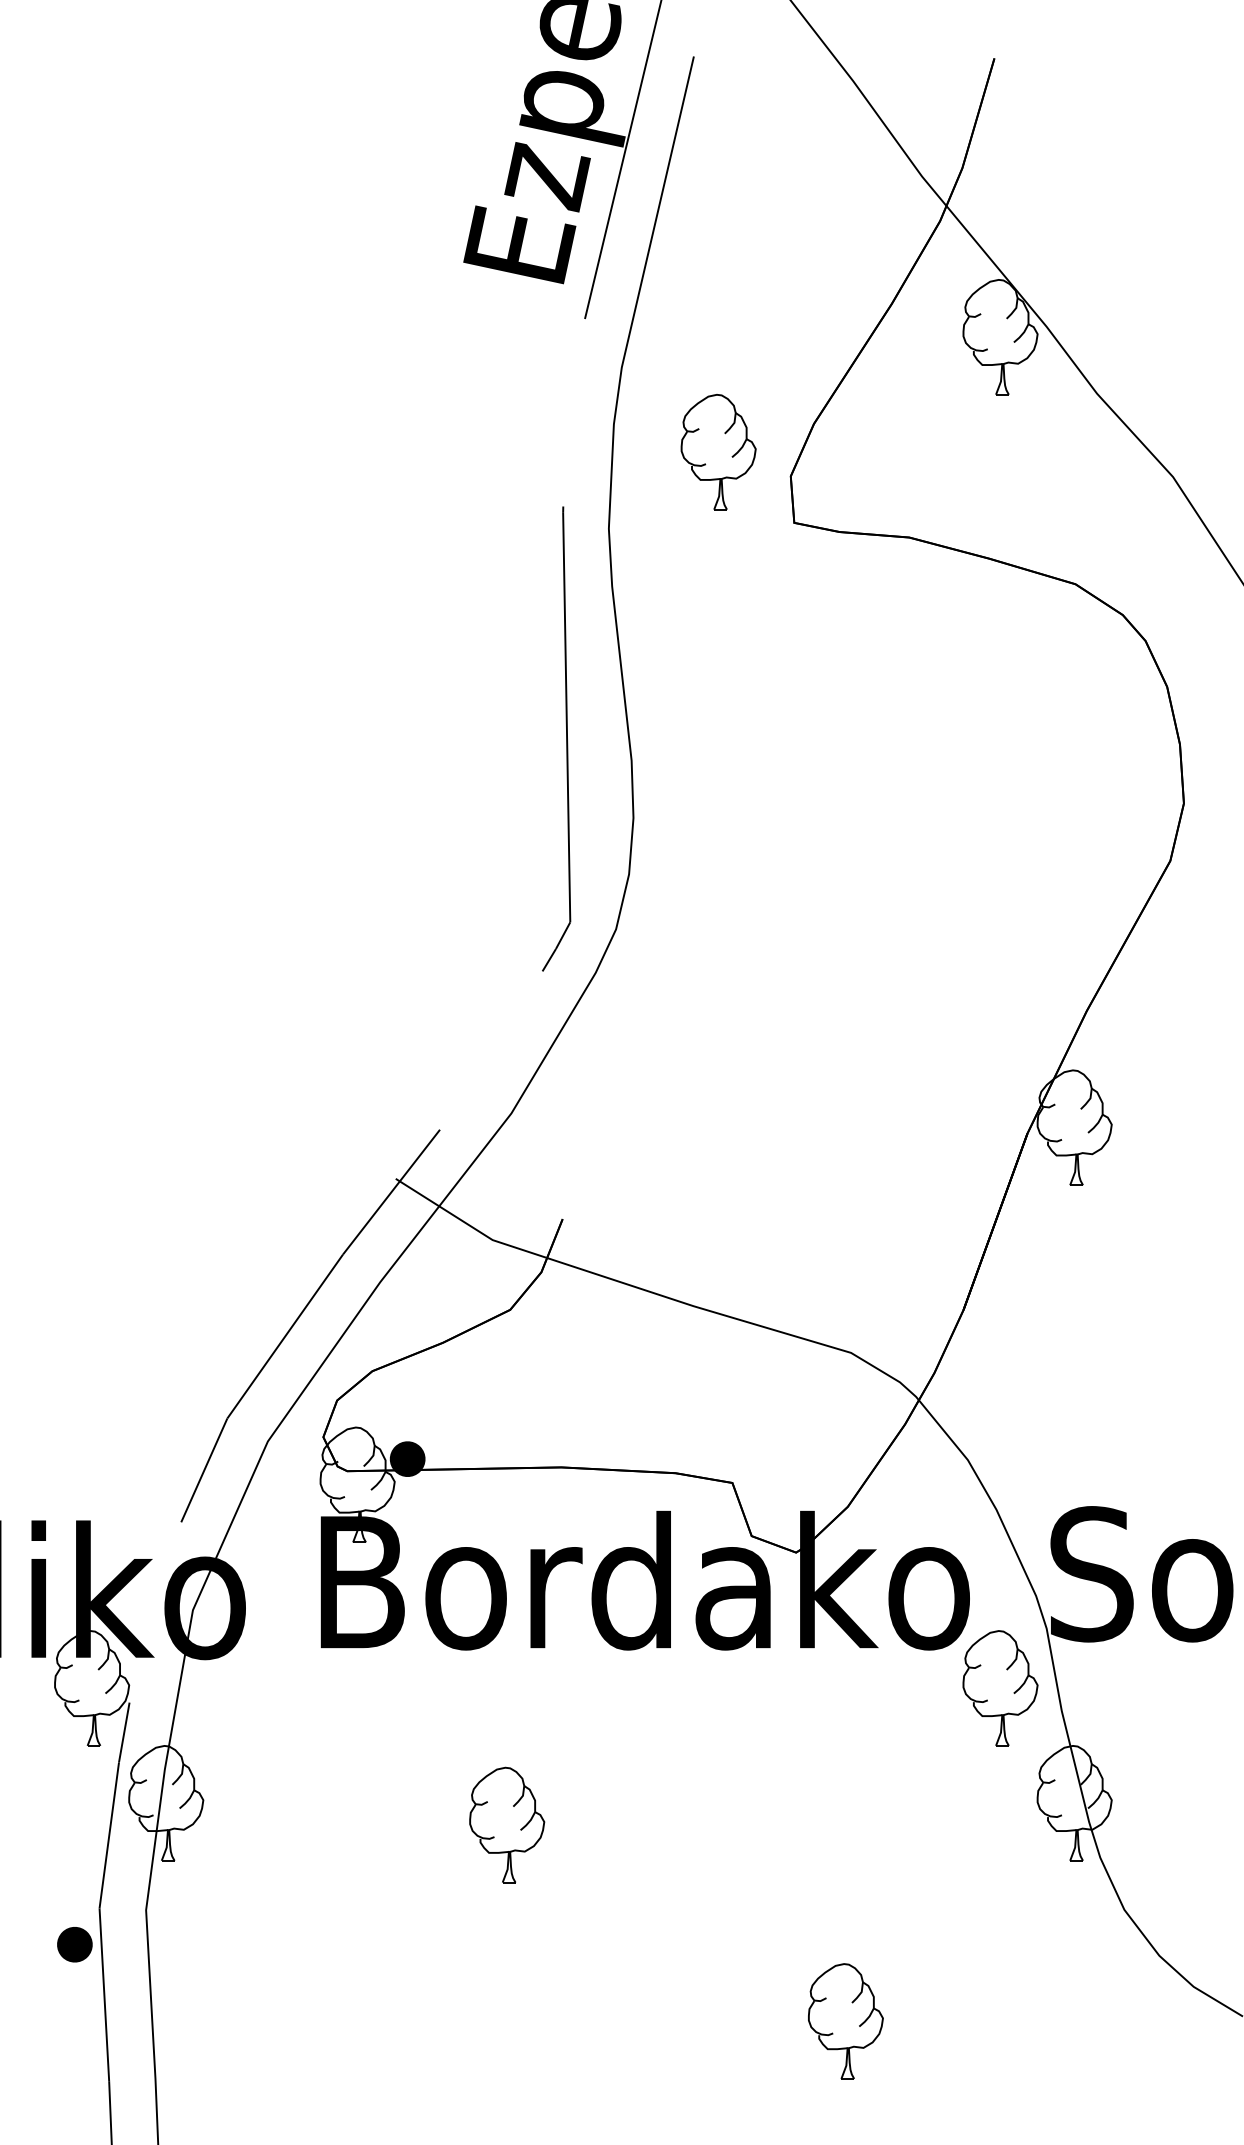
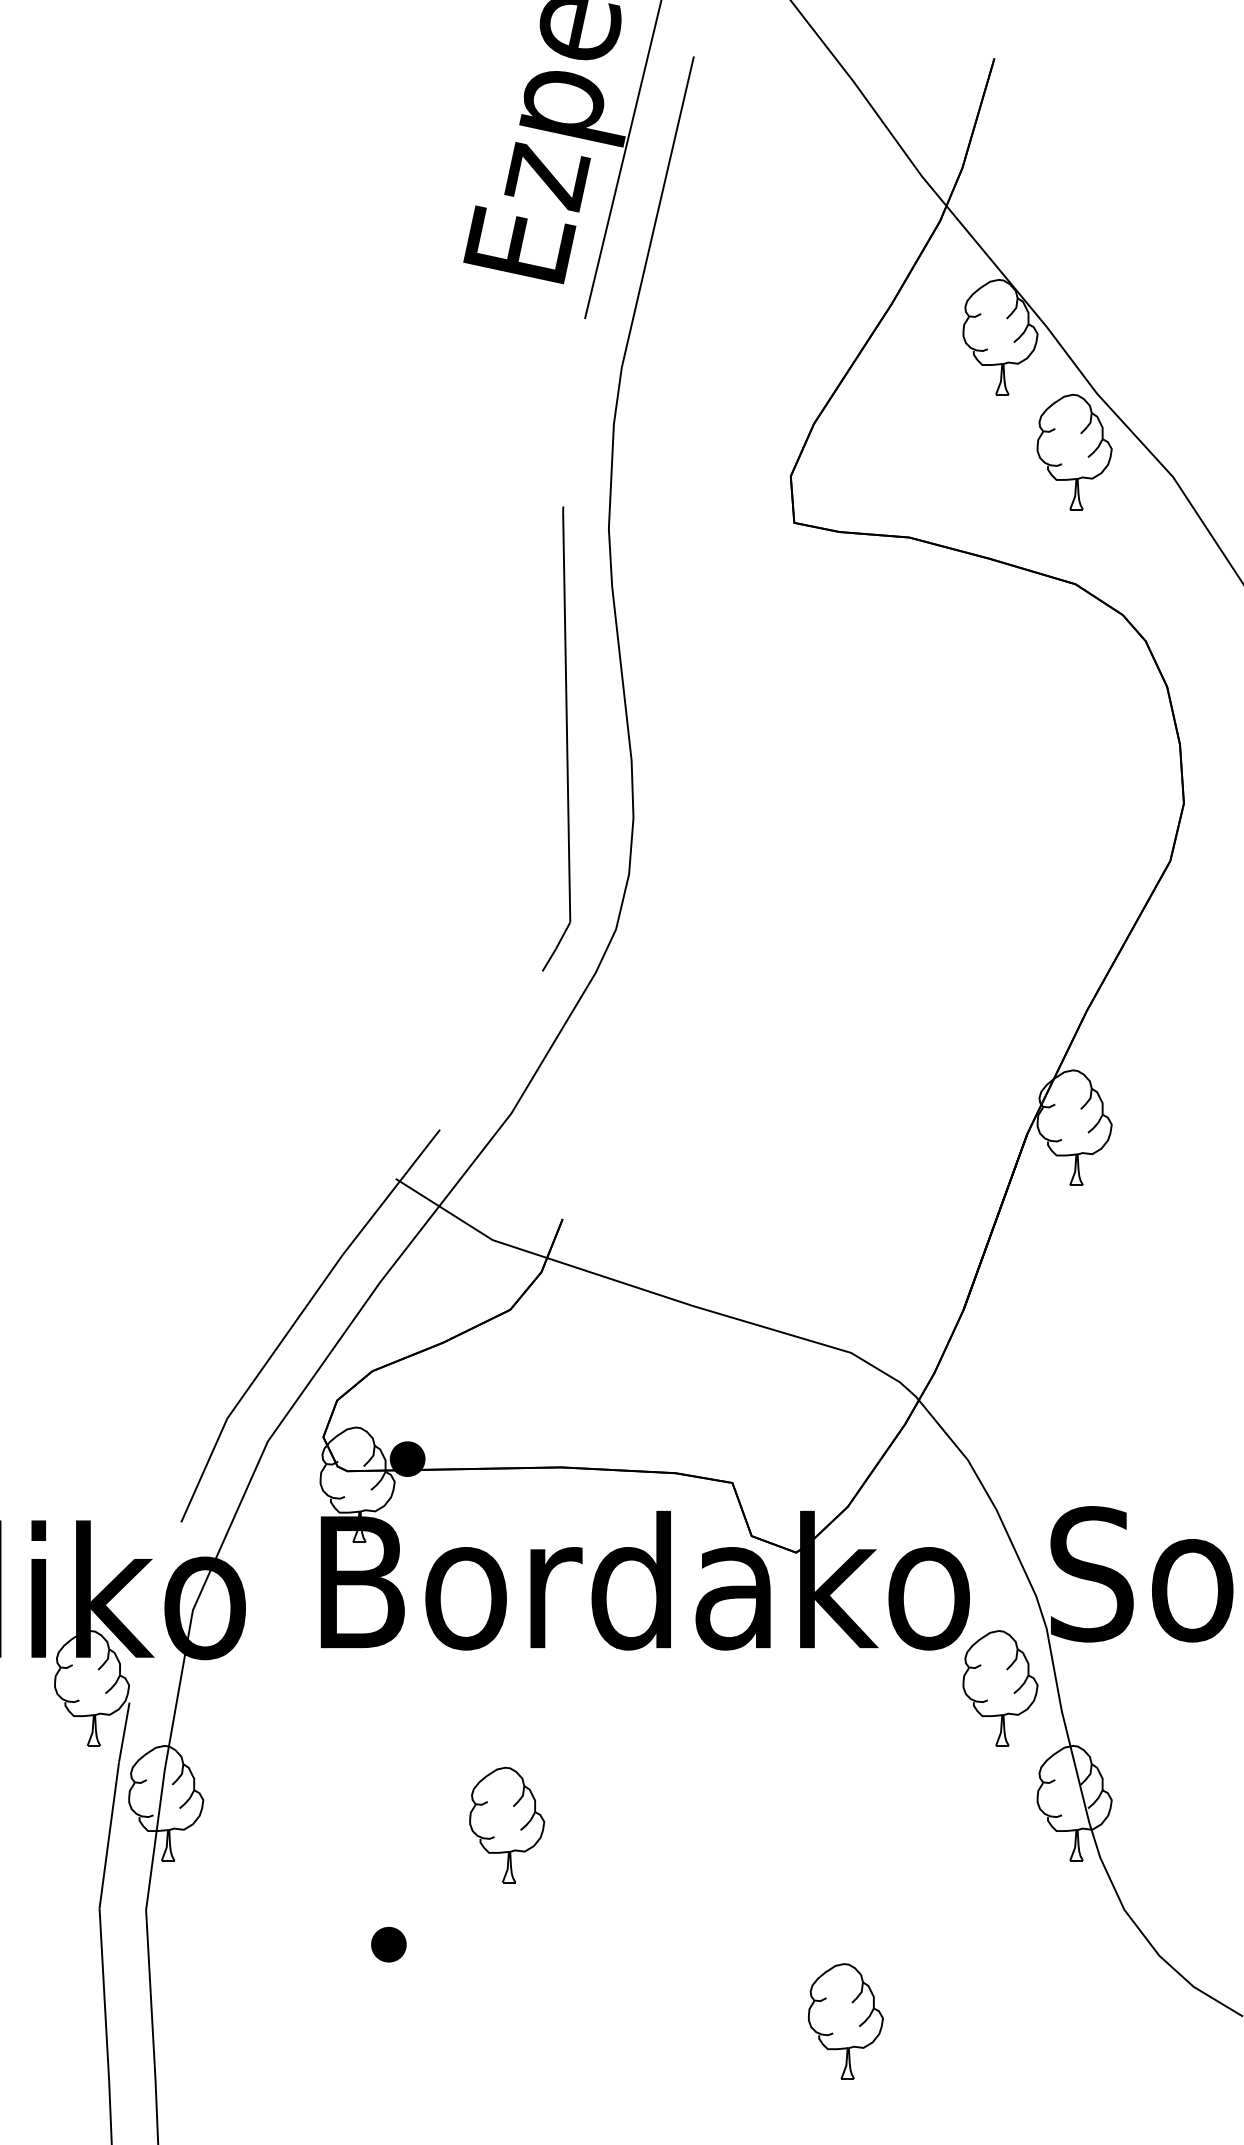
part at (718, 452) position: (718, 452) -> (1074, 452)
part at (74, 1944) position: (74, 1944) -> (388, 1944)
